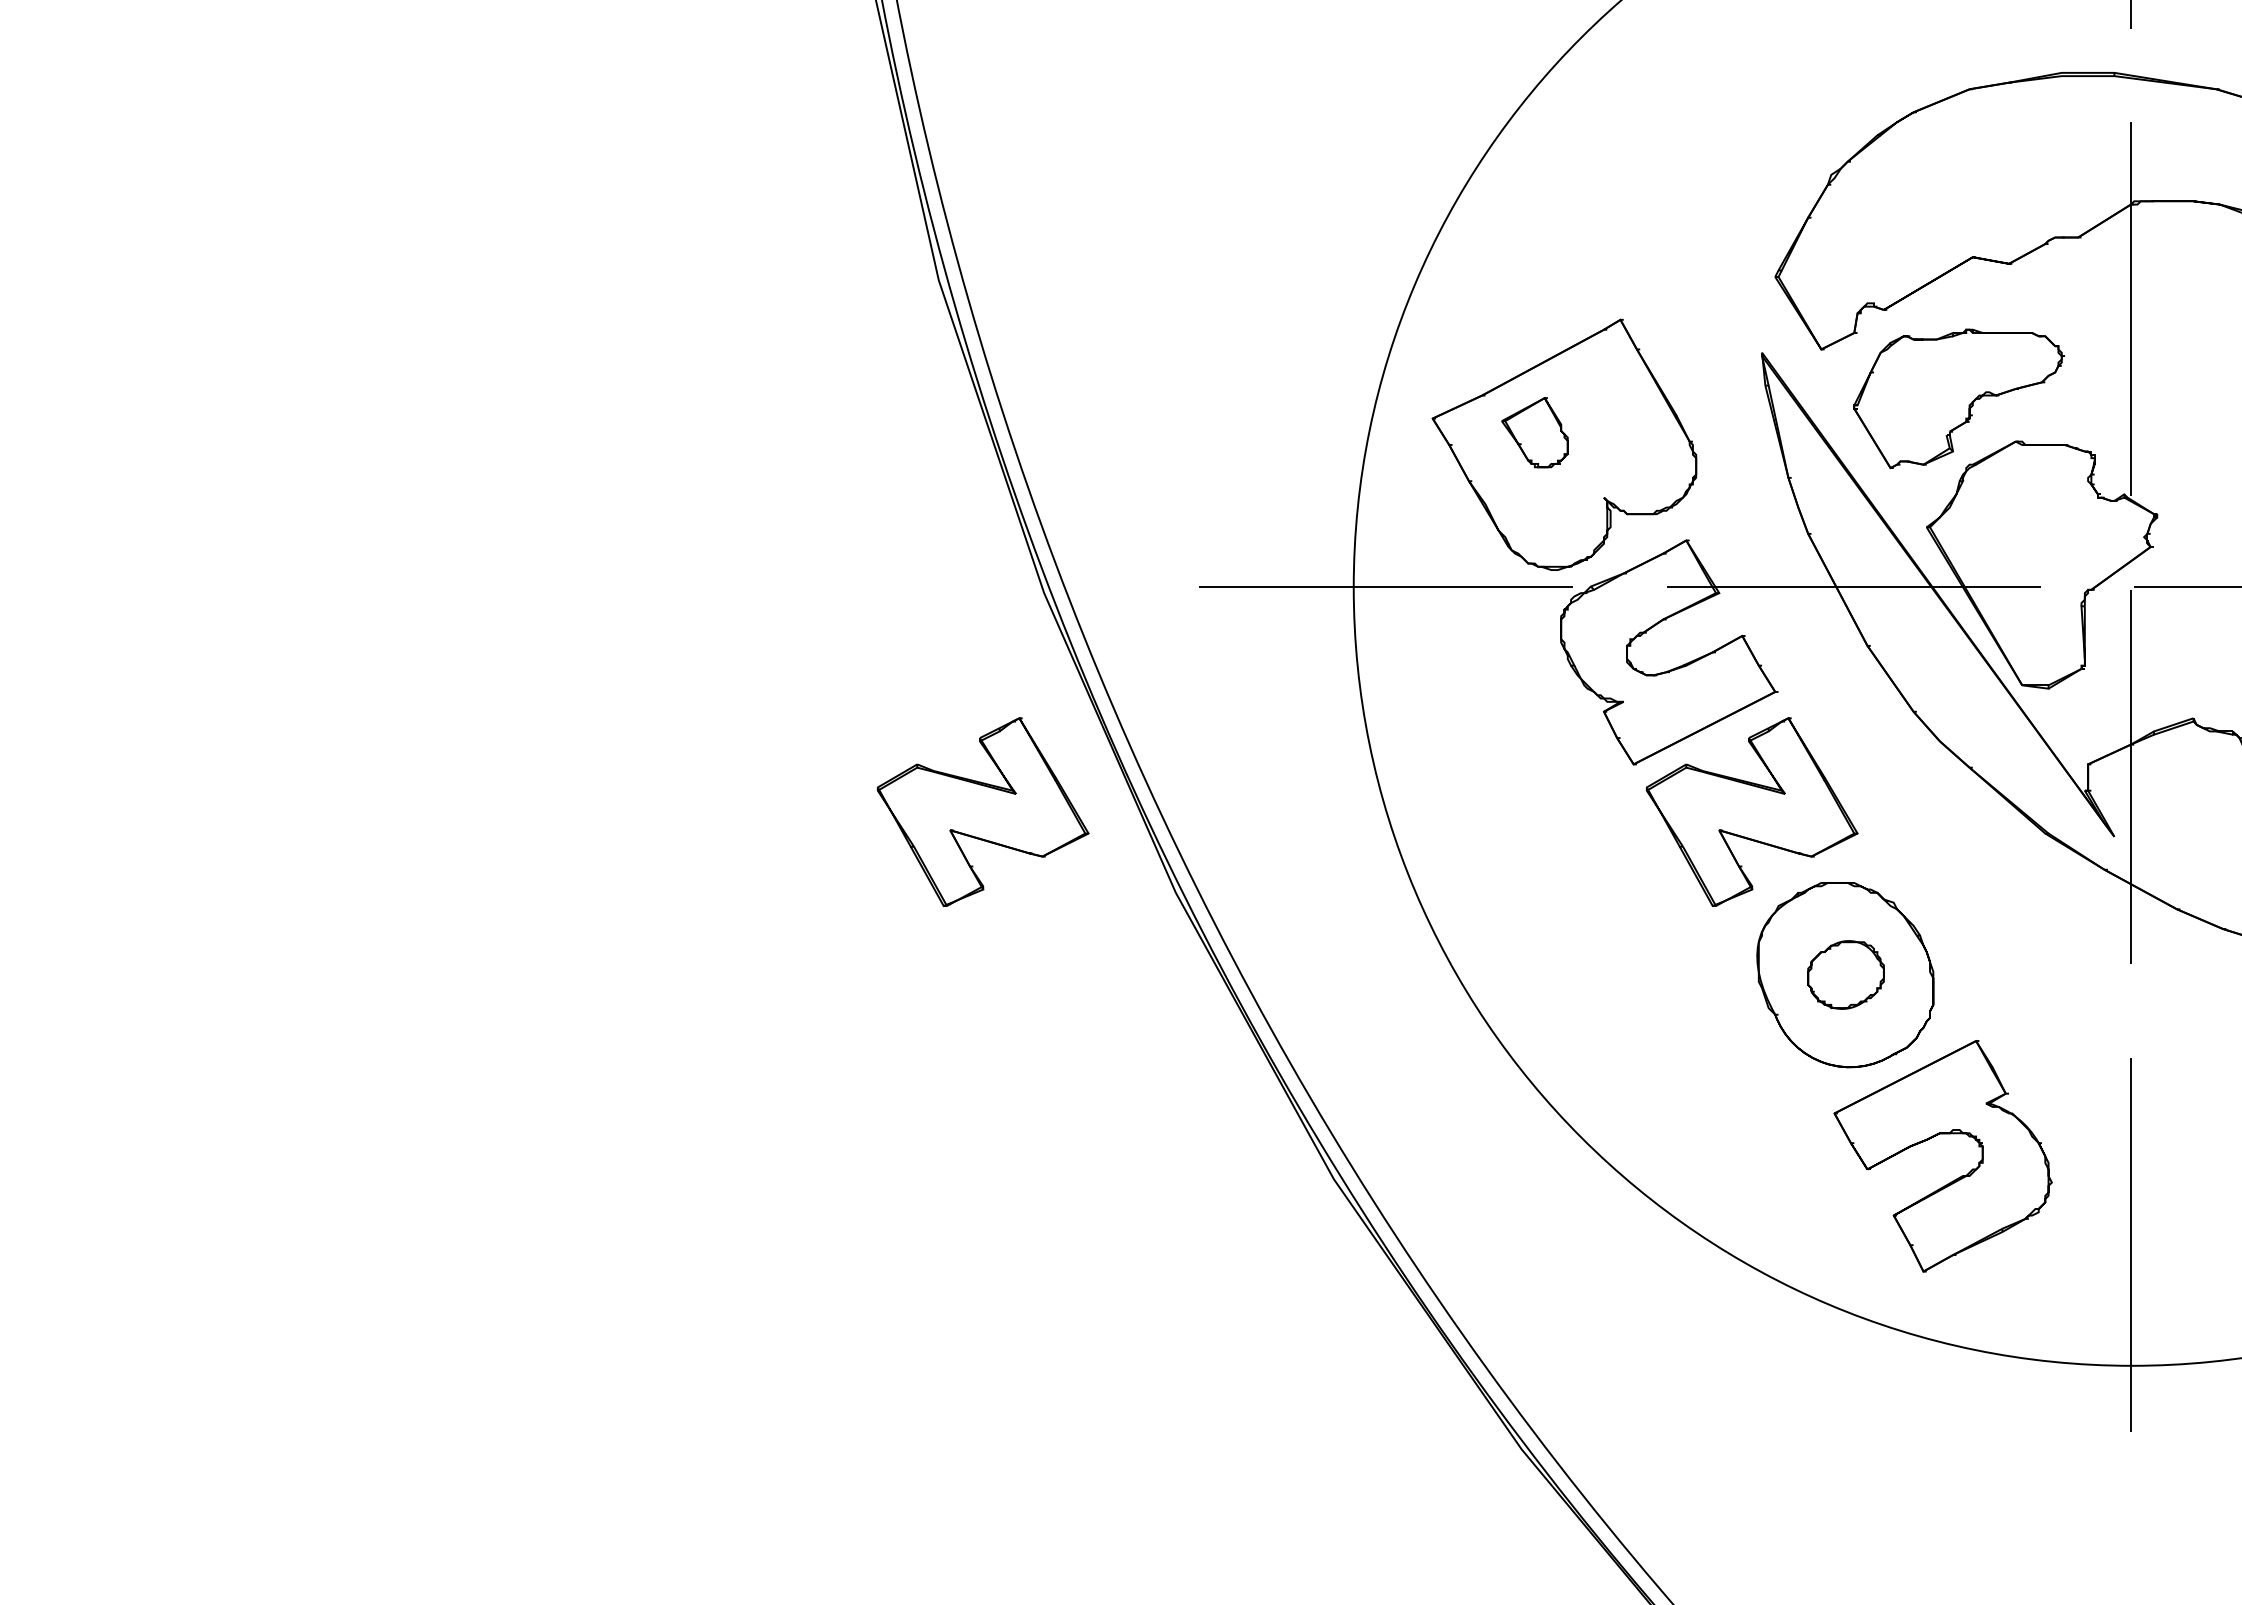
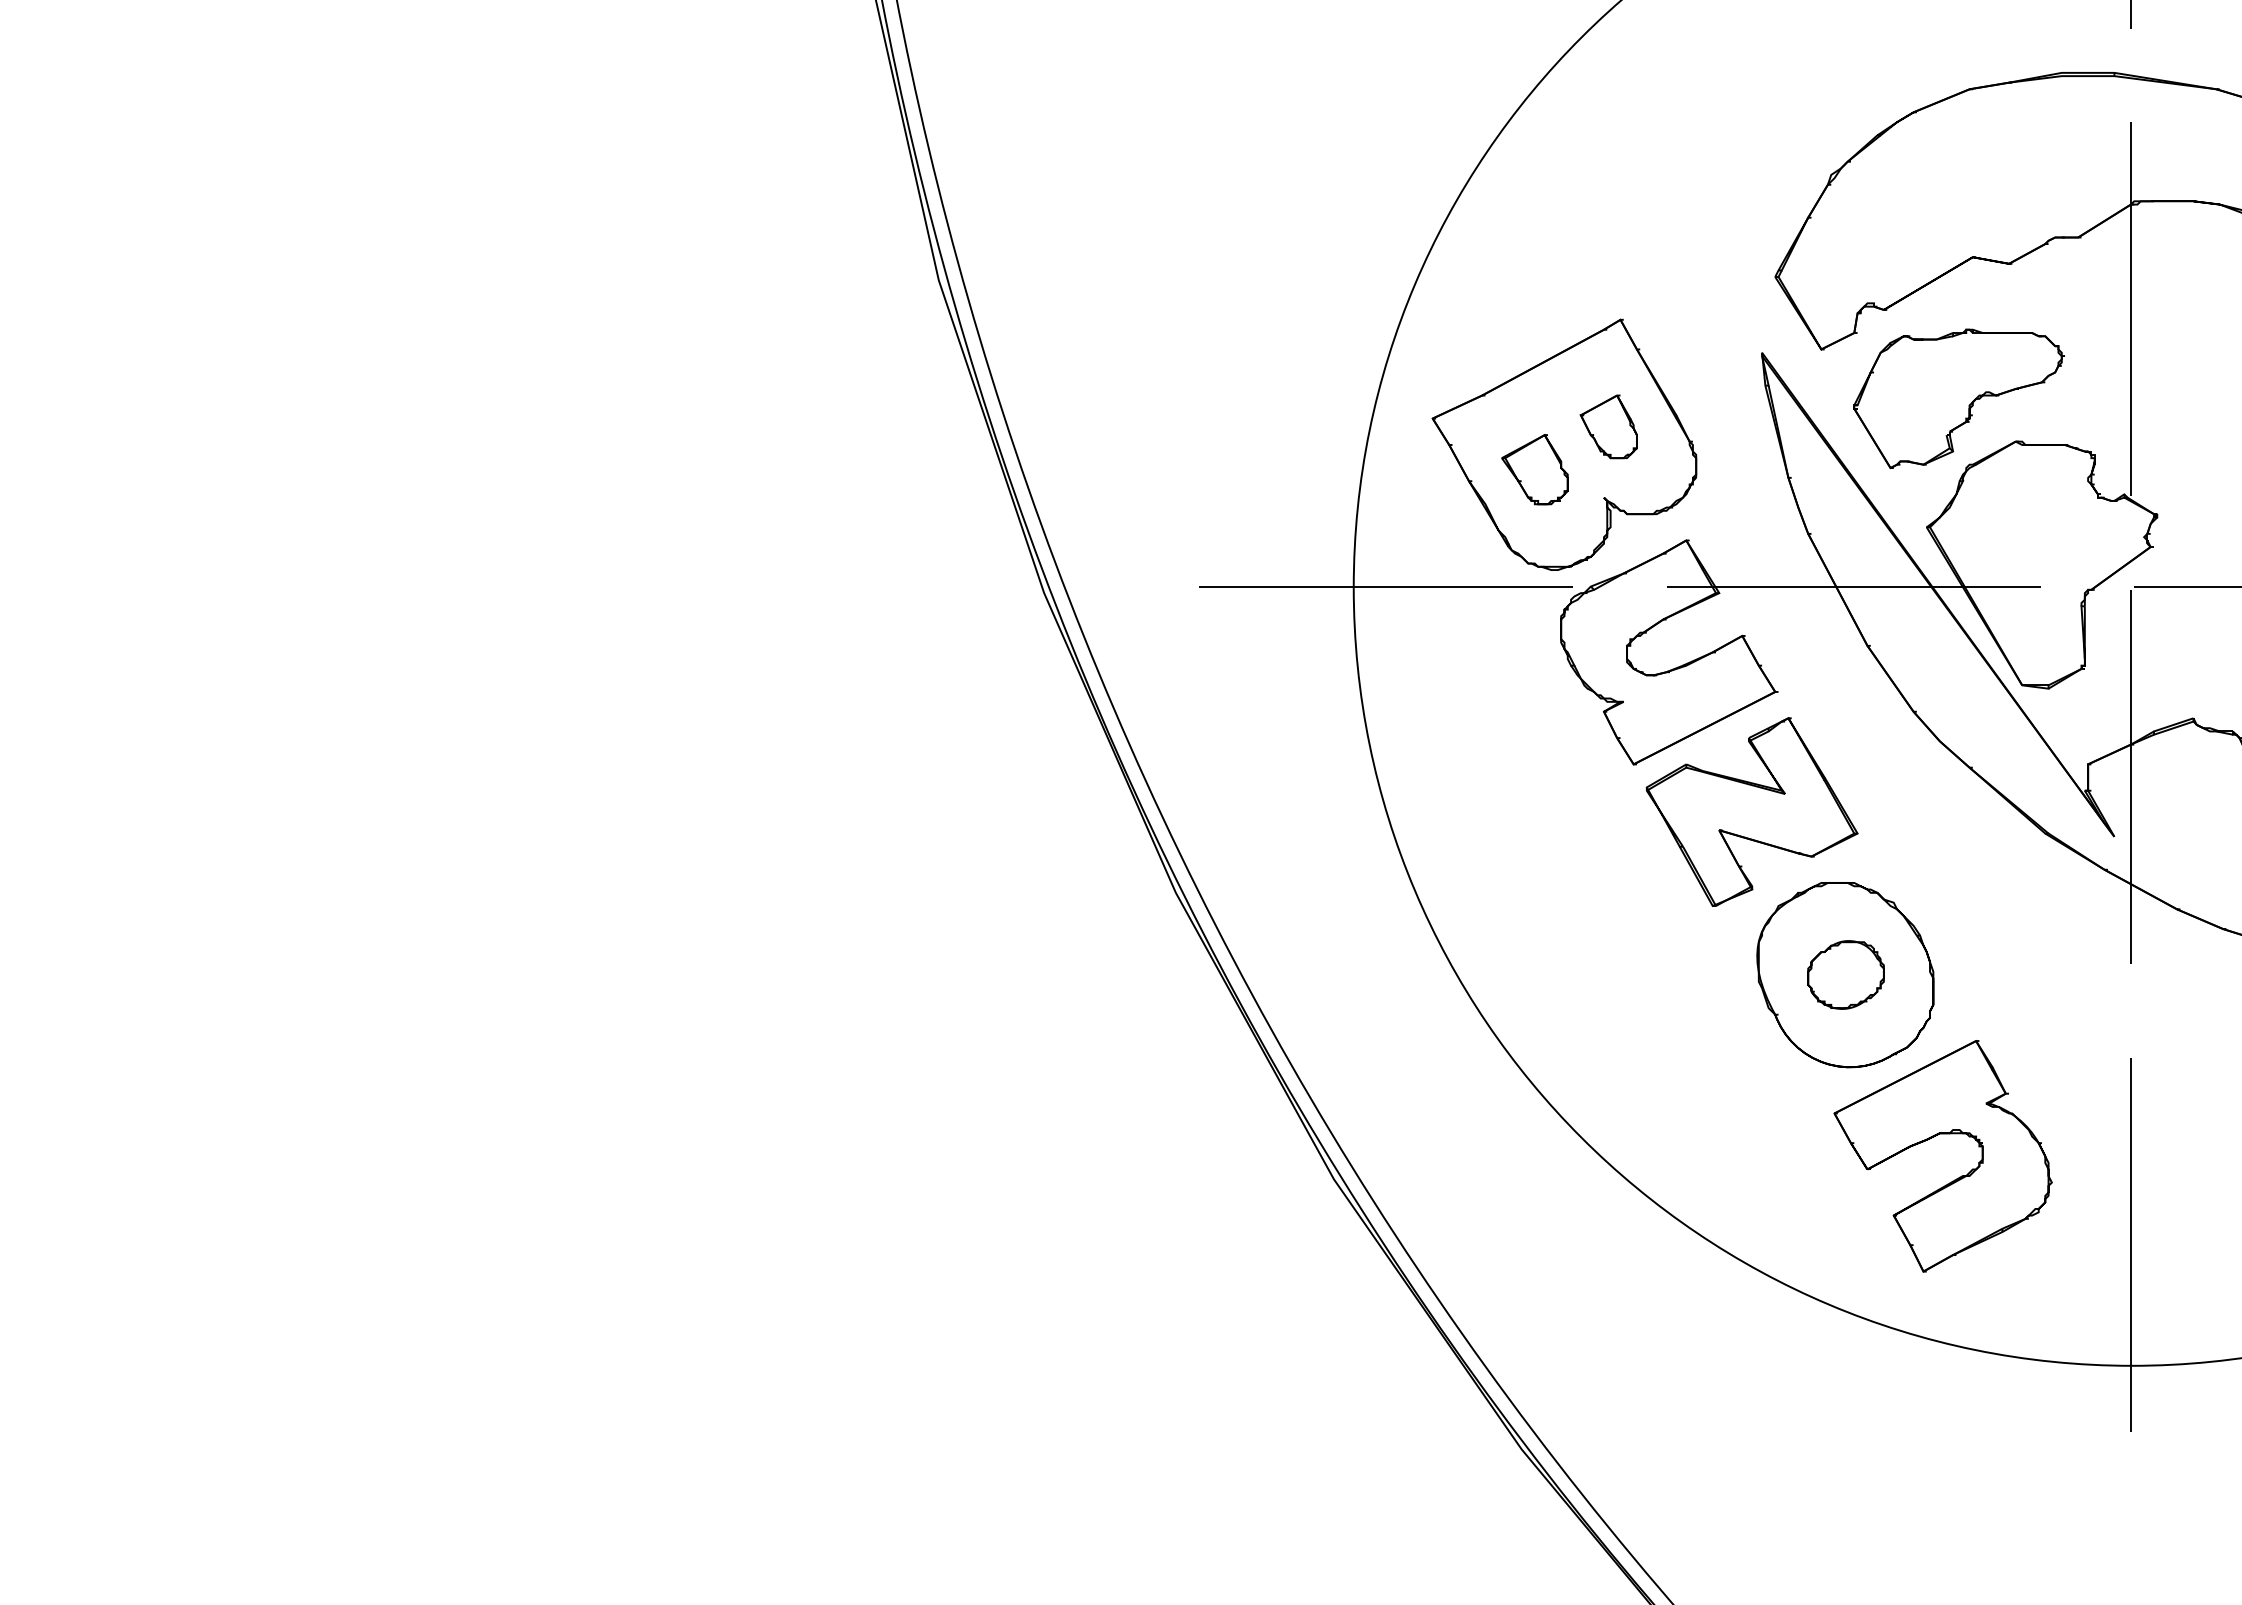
part at (1608, 426): none -> present
part at (1534, 432) position: (1534, 432) -> (1534, 469)
part at (983, 811): present -> none
